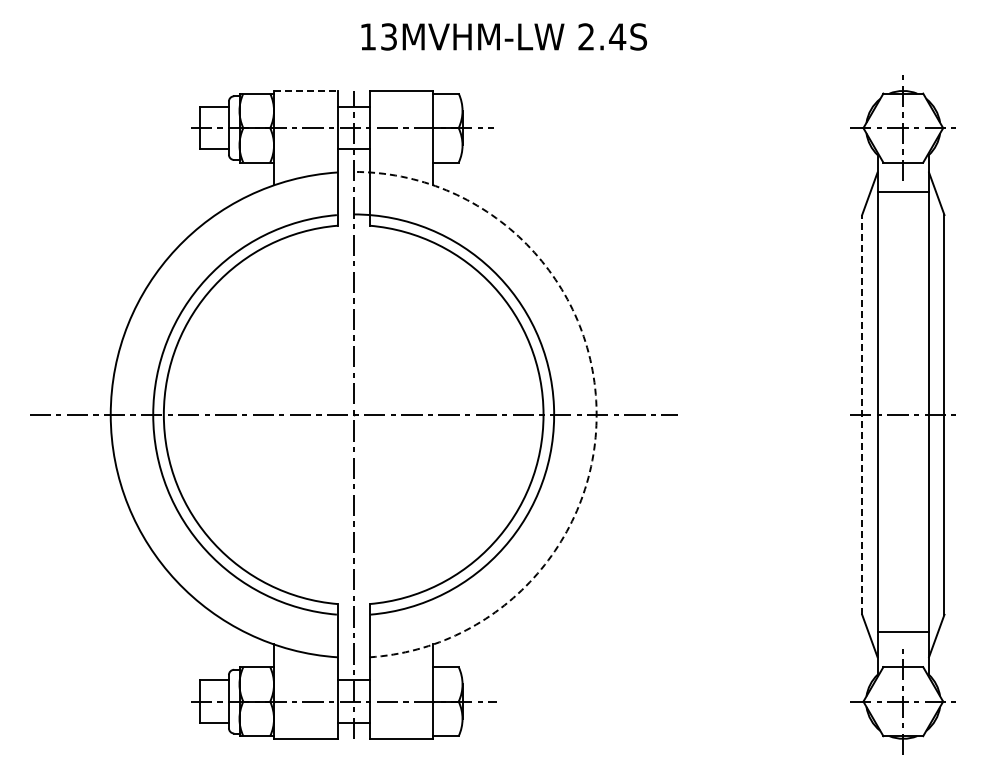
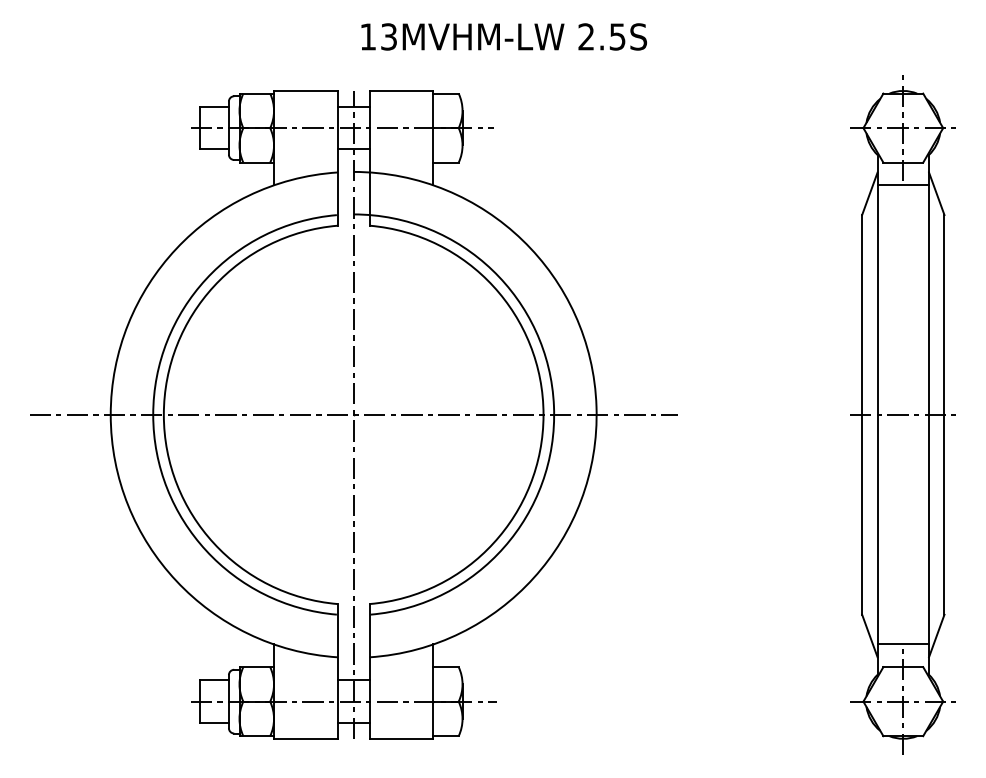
text at (617, 36): 2.4S -> 2.5S
line at (305, 90): dashed -> solid
line at (903, 192) position: (903, 192) -> (903, 185)
arc at (596, 406): dashed -> solid
line at (862, 414): dashed -> solid
line at (903, 632) position: (903, 632) -> (903, 644)
